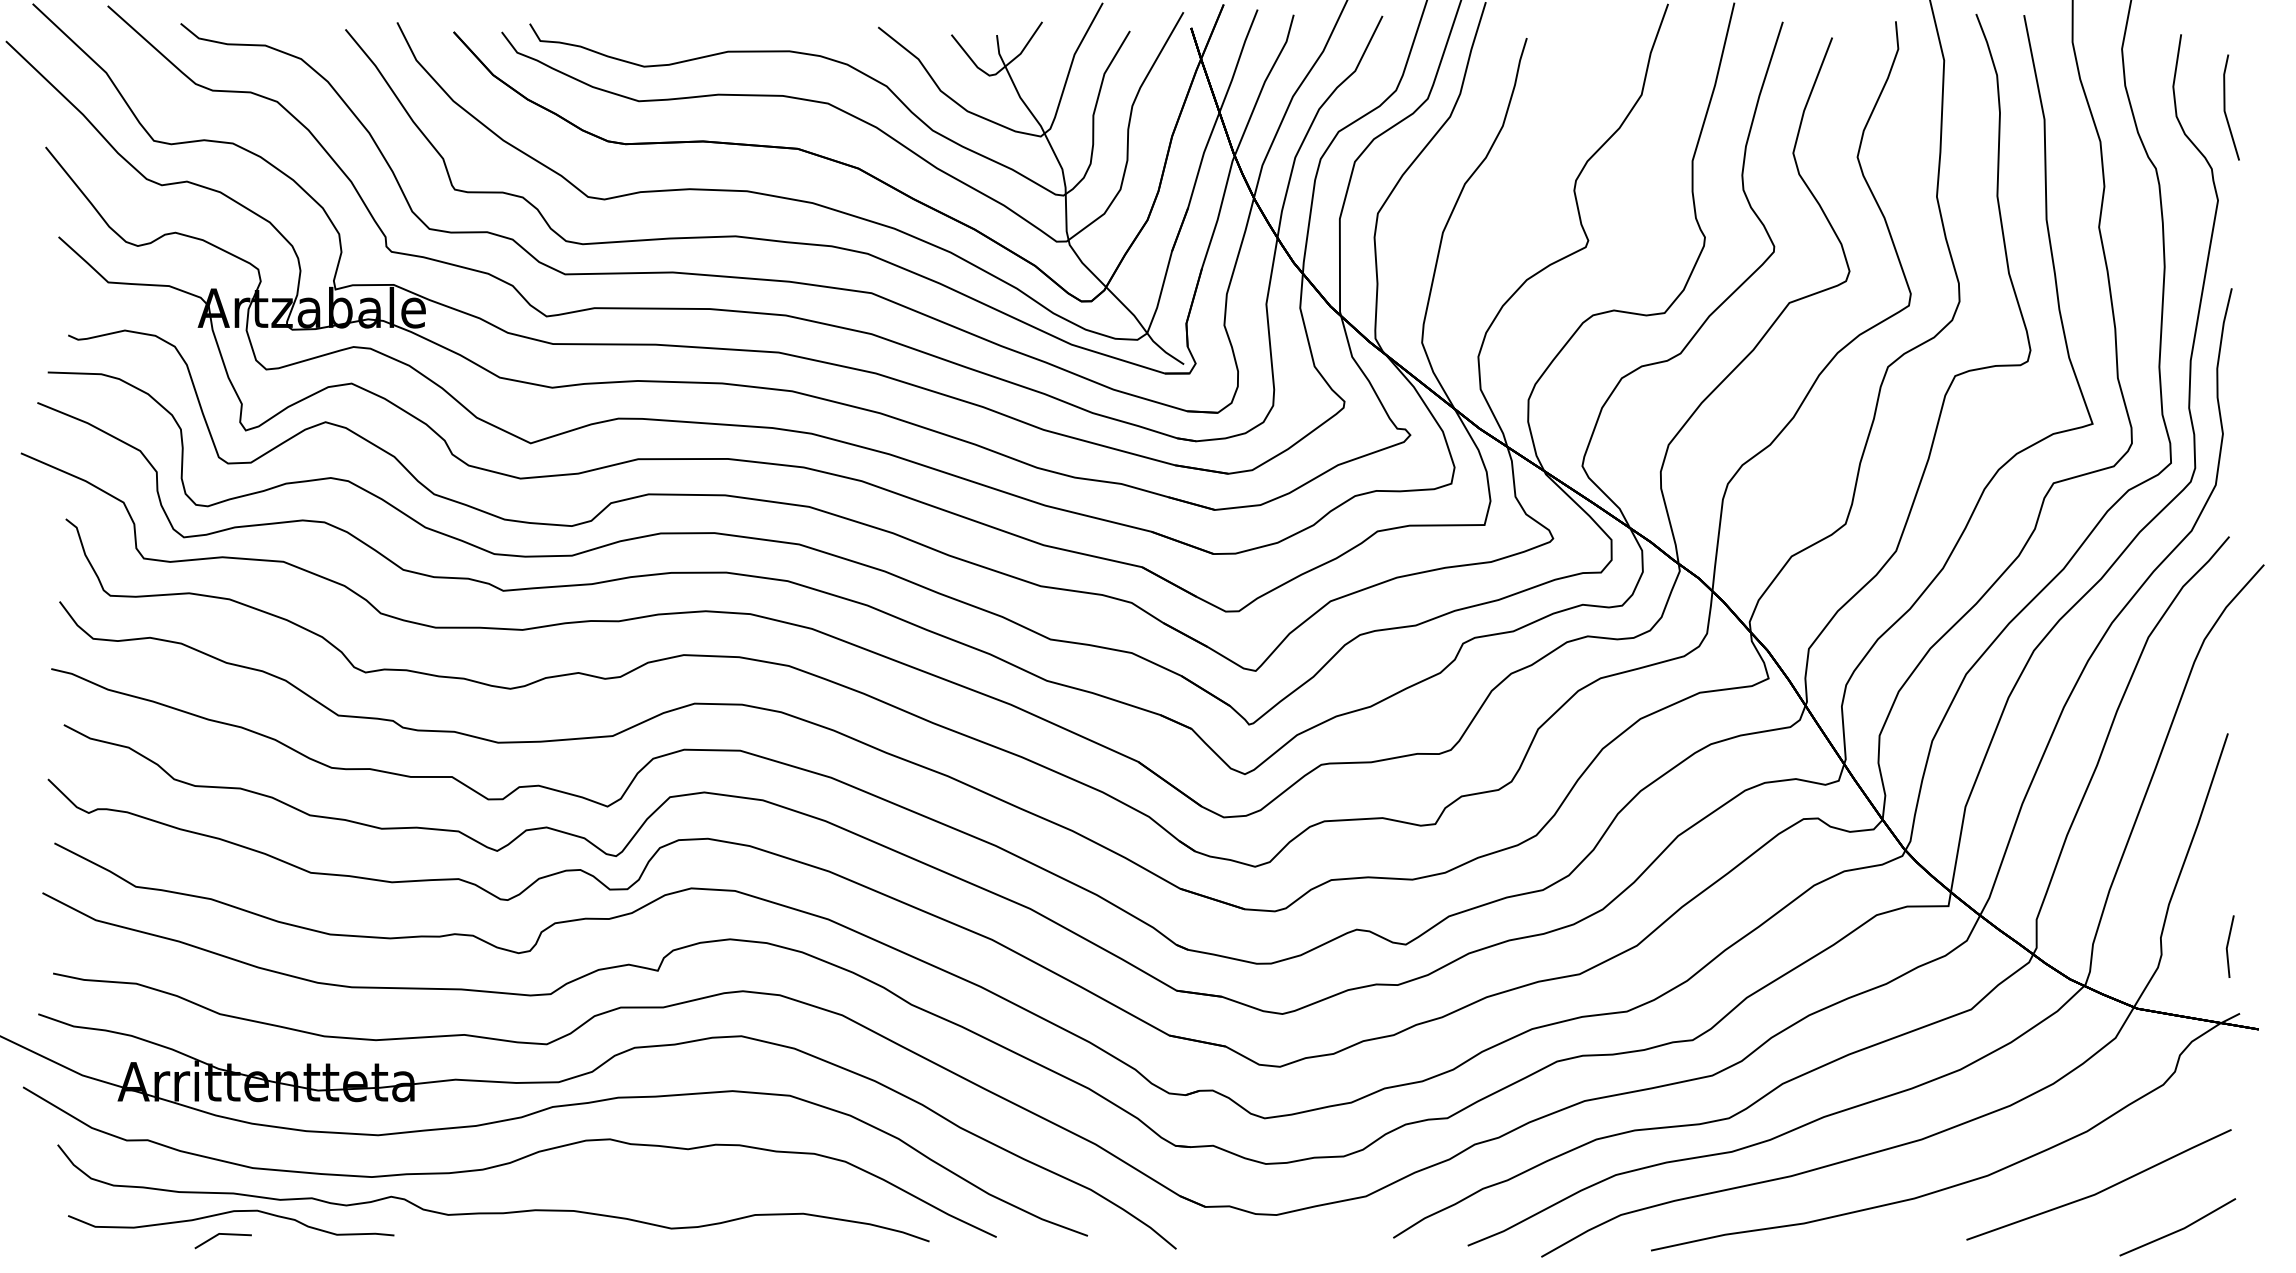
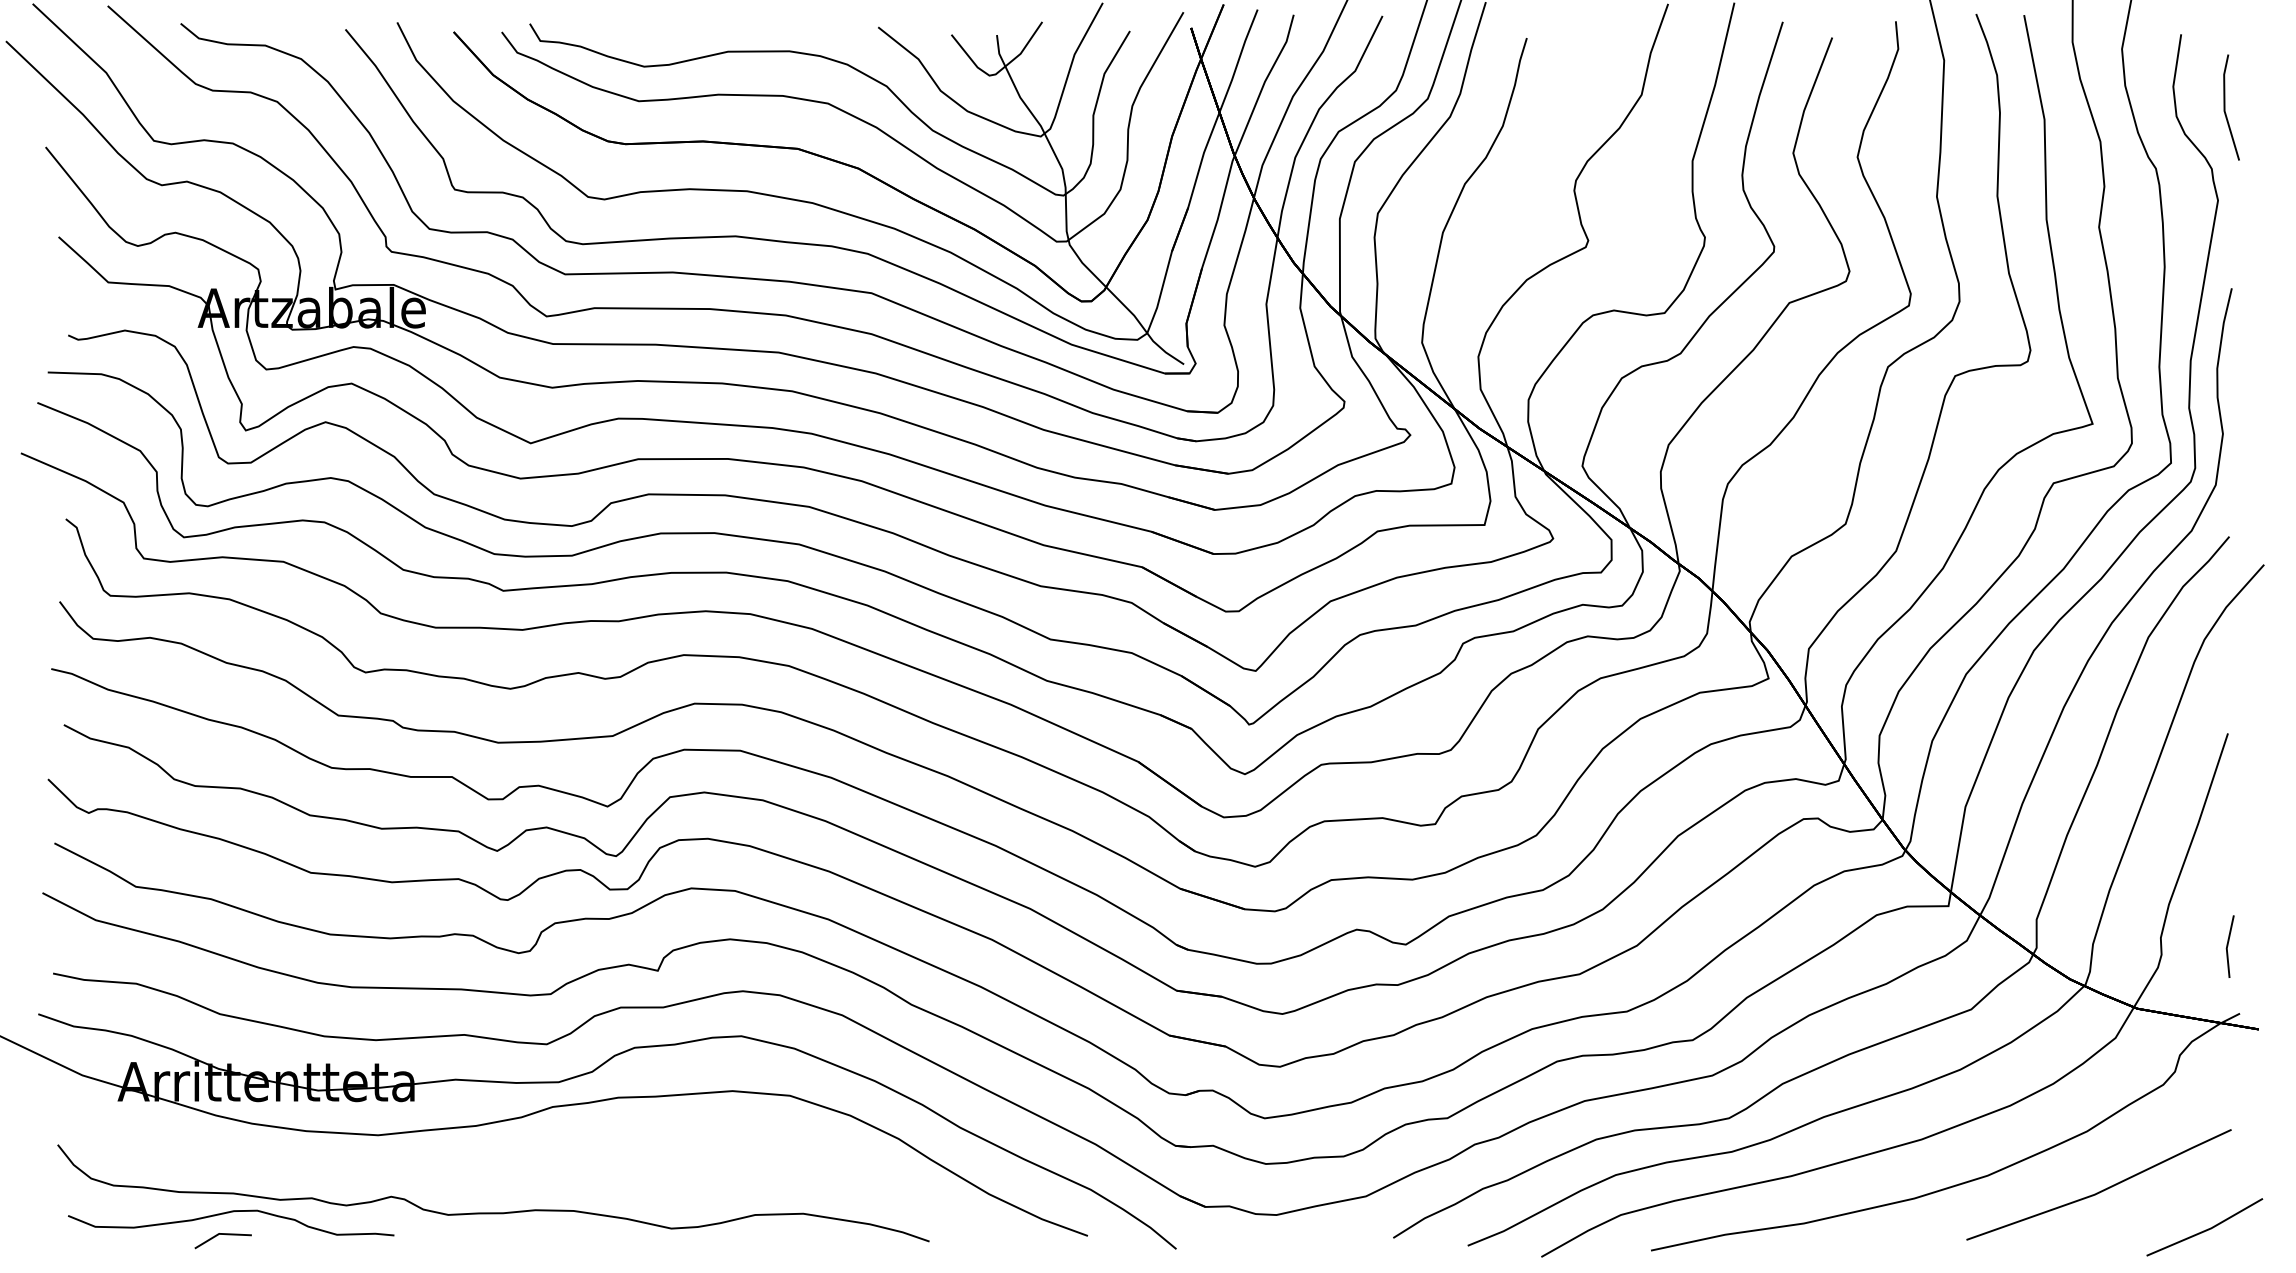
part at (509, 1161): present -> none
part at (2177, 1227) position: (2177, 1227) -> (2204, 1227)
